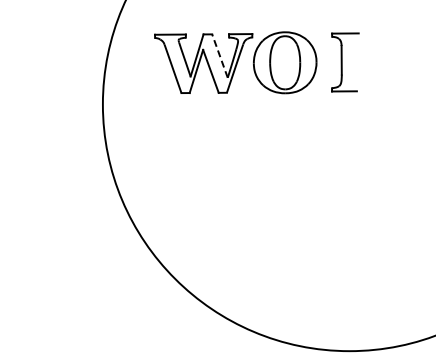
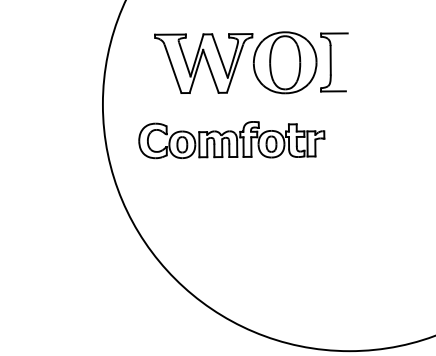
line at (219, 55): dashed -> solid
part at (345, 62) position: (345, 62) -> (334, 62)
part at (231, 140): none -> present
